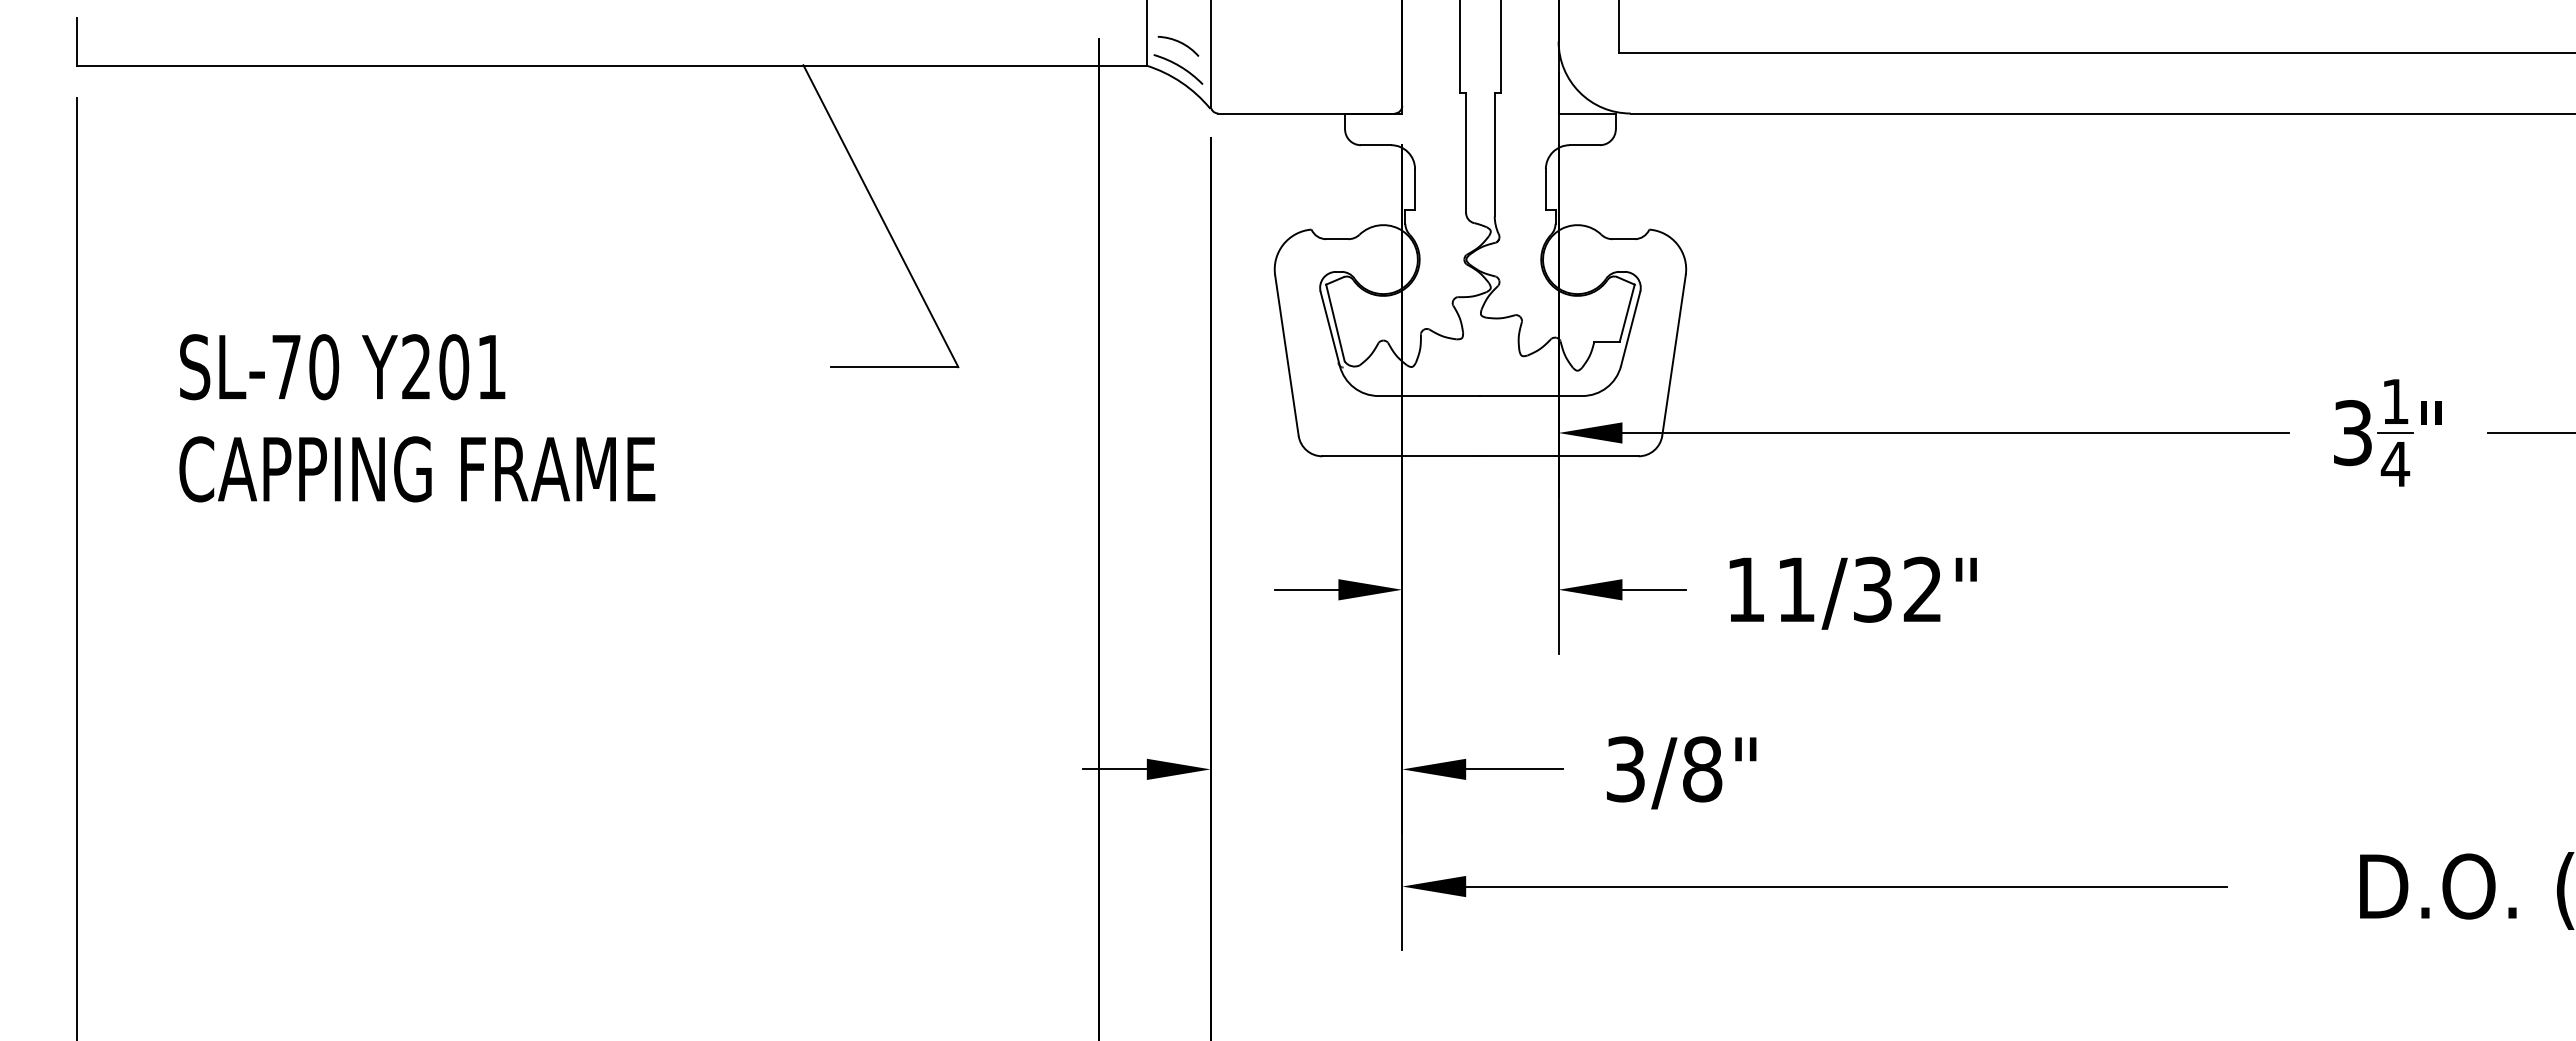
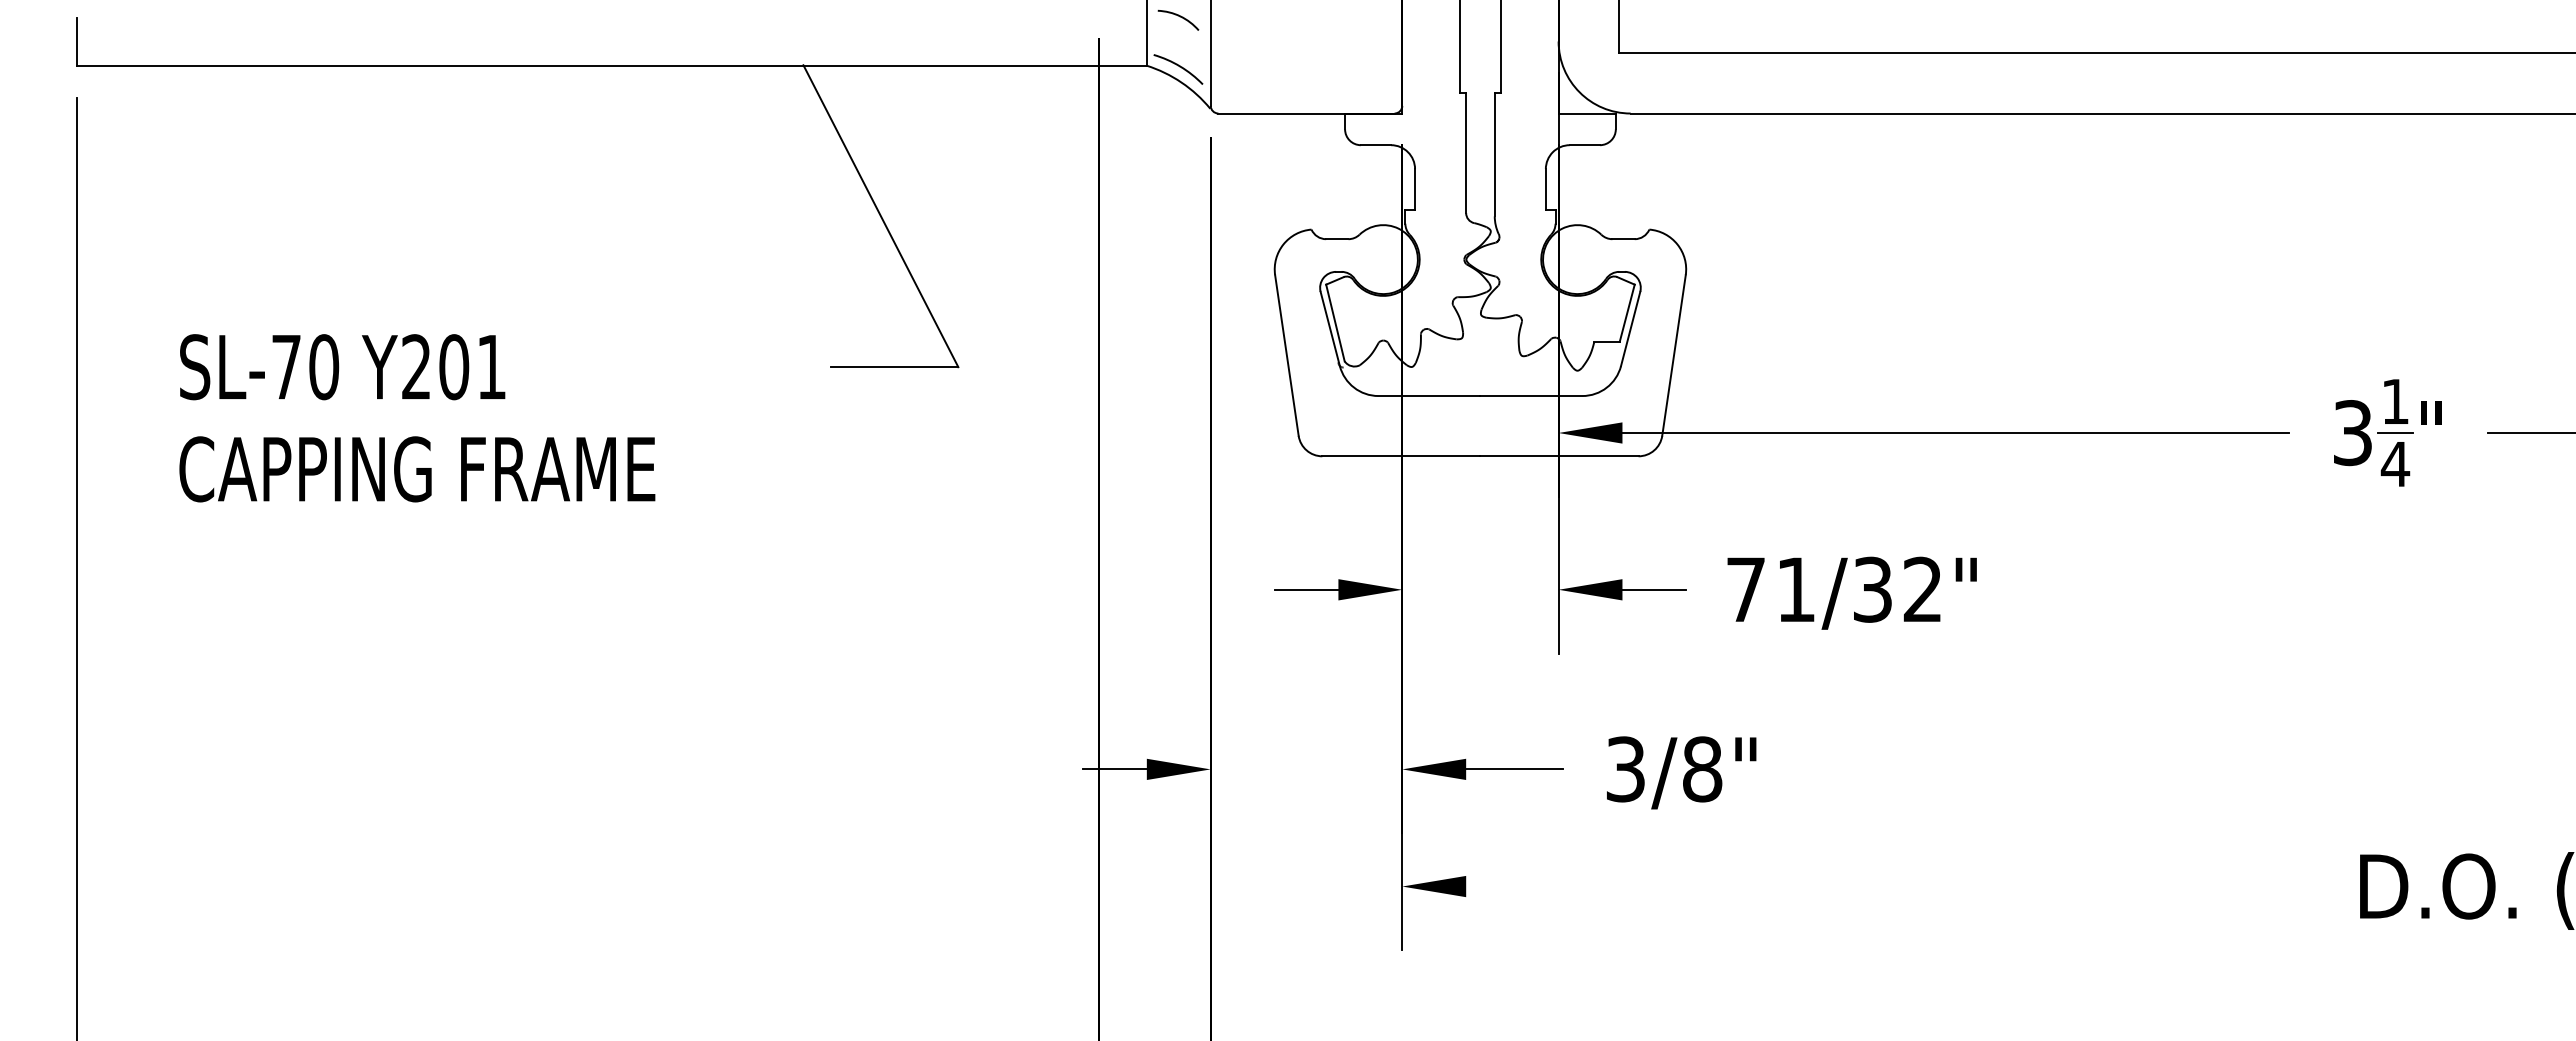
arc at (1180, 43) position: (1180, 43) -> (1180, 17)
text at (1745, 589): 11/32" -> 71/32"
line at (1846, 886): present -> none
